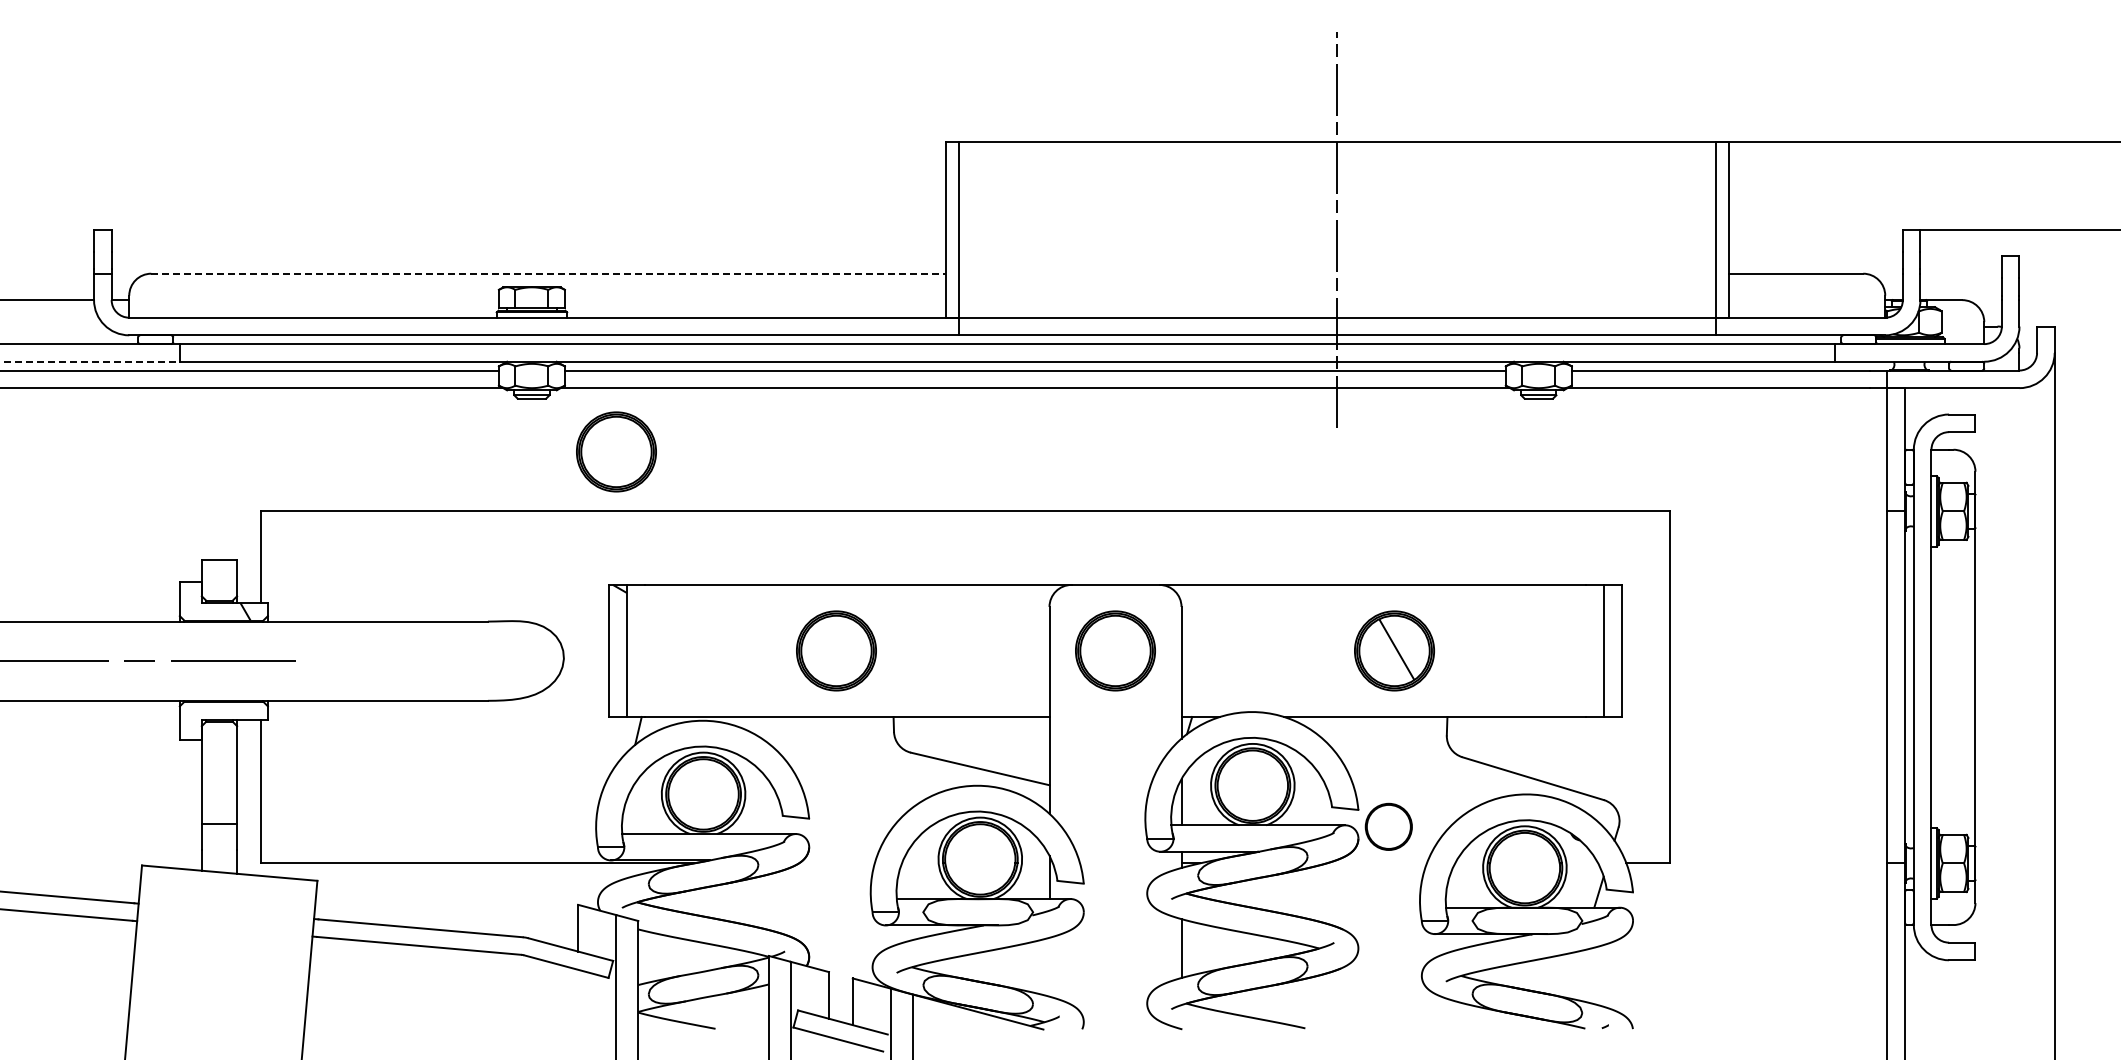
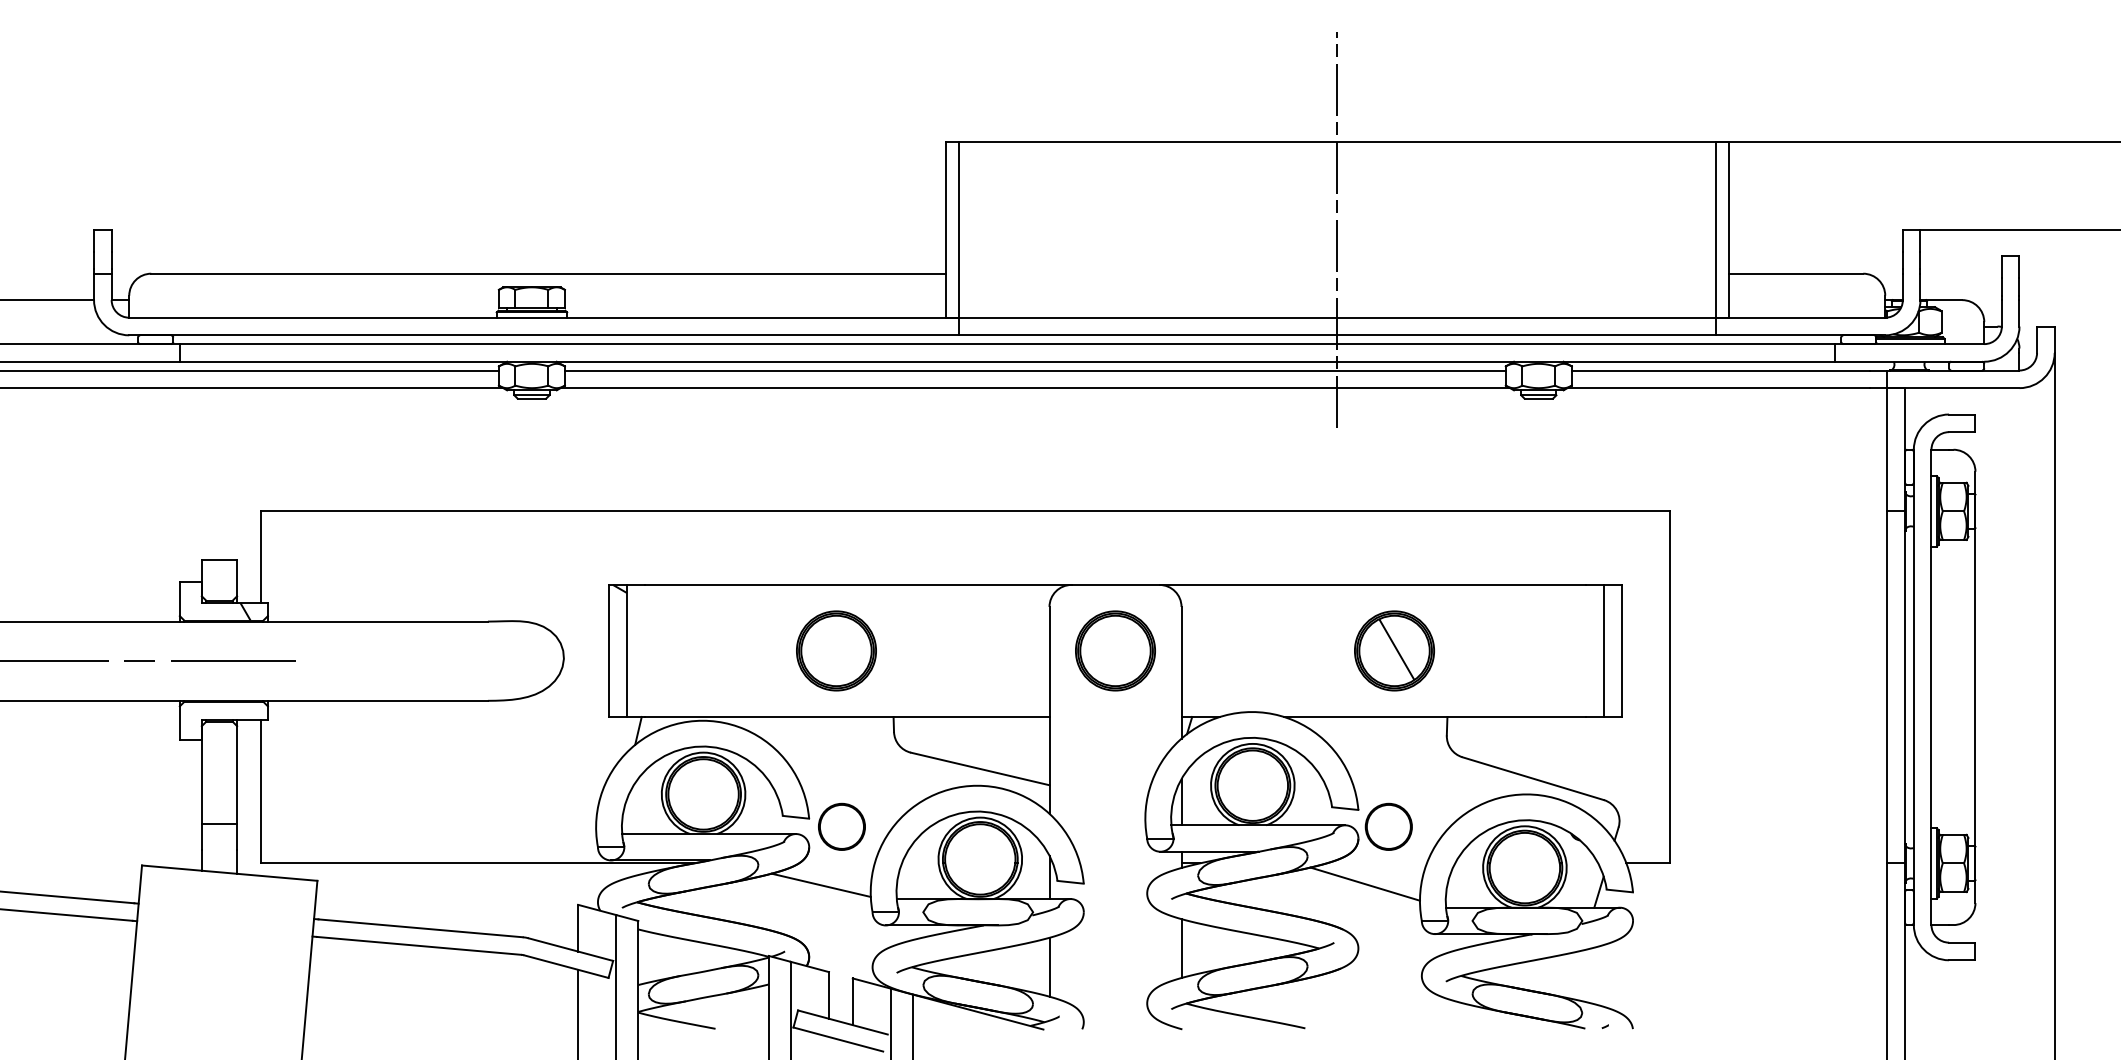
line at (548, 273): dashed -> solid
line at (90, 361): dashed -> solid
part at (616, 451): present -> none
part at (841, 826): none -> present
line at (1364, 883): none -> present
line at (820, 884): none -> present
line at (1049, 966): none -> present
line at (578, 1012): none -> present
